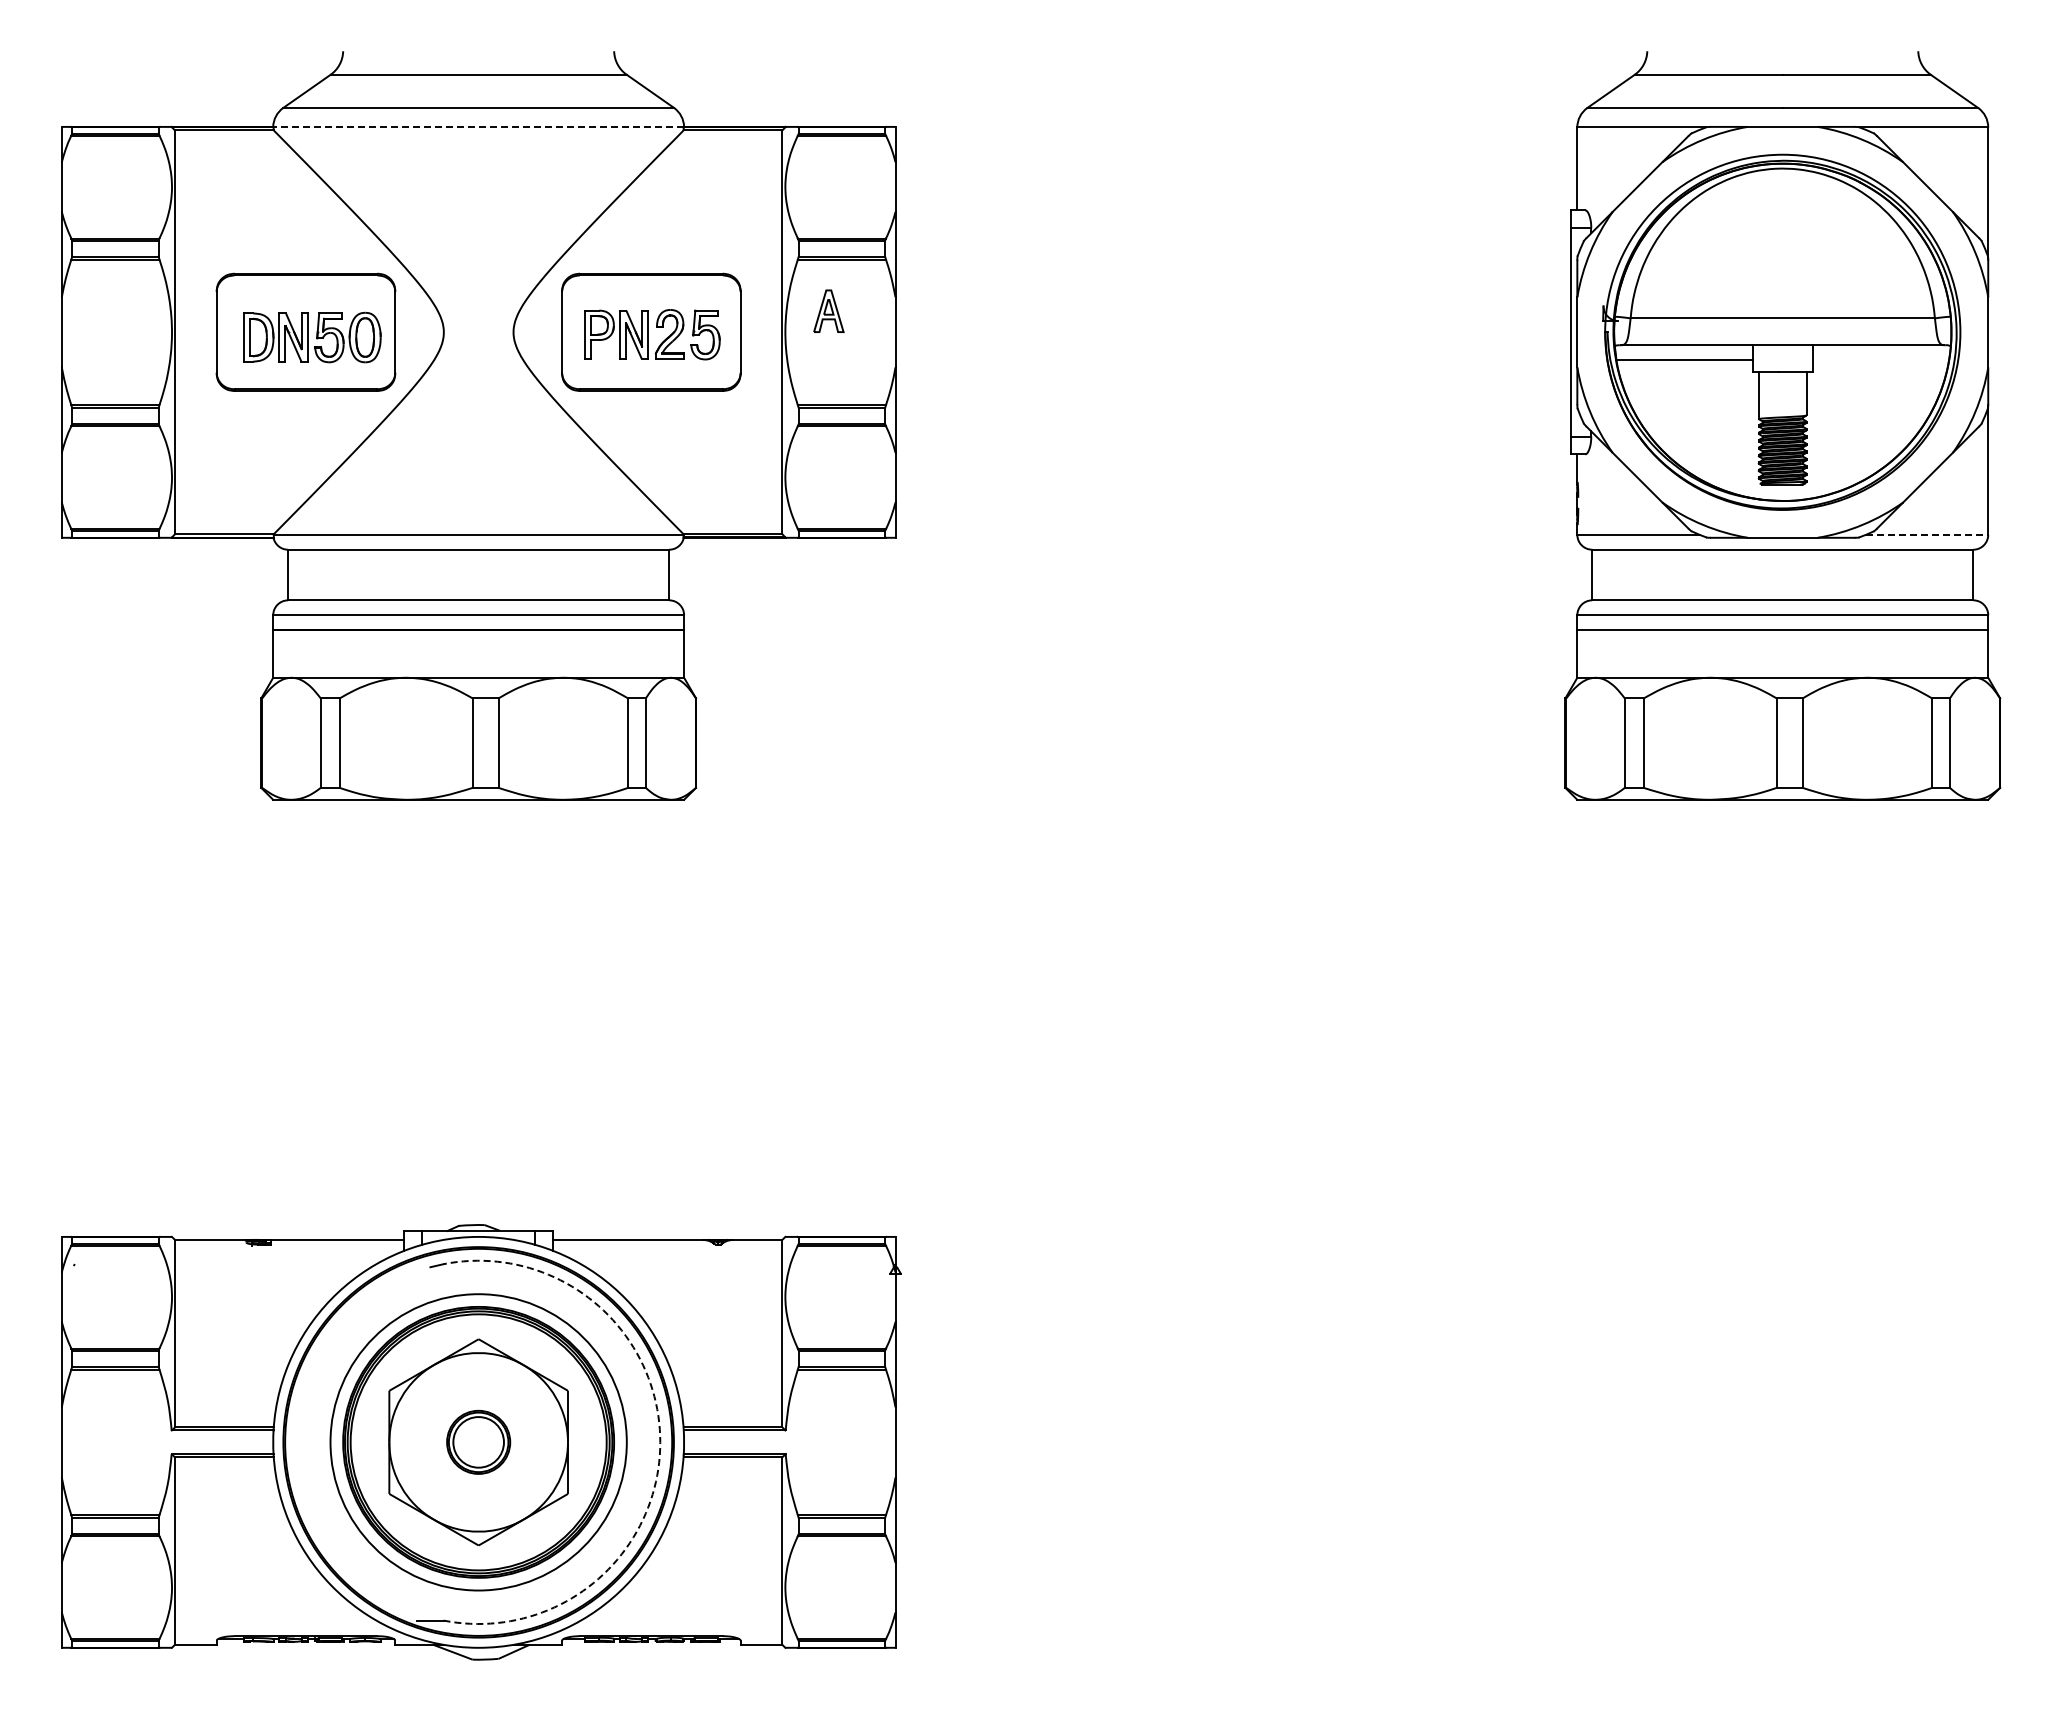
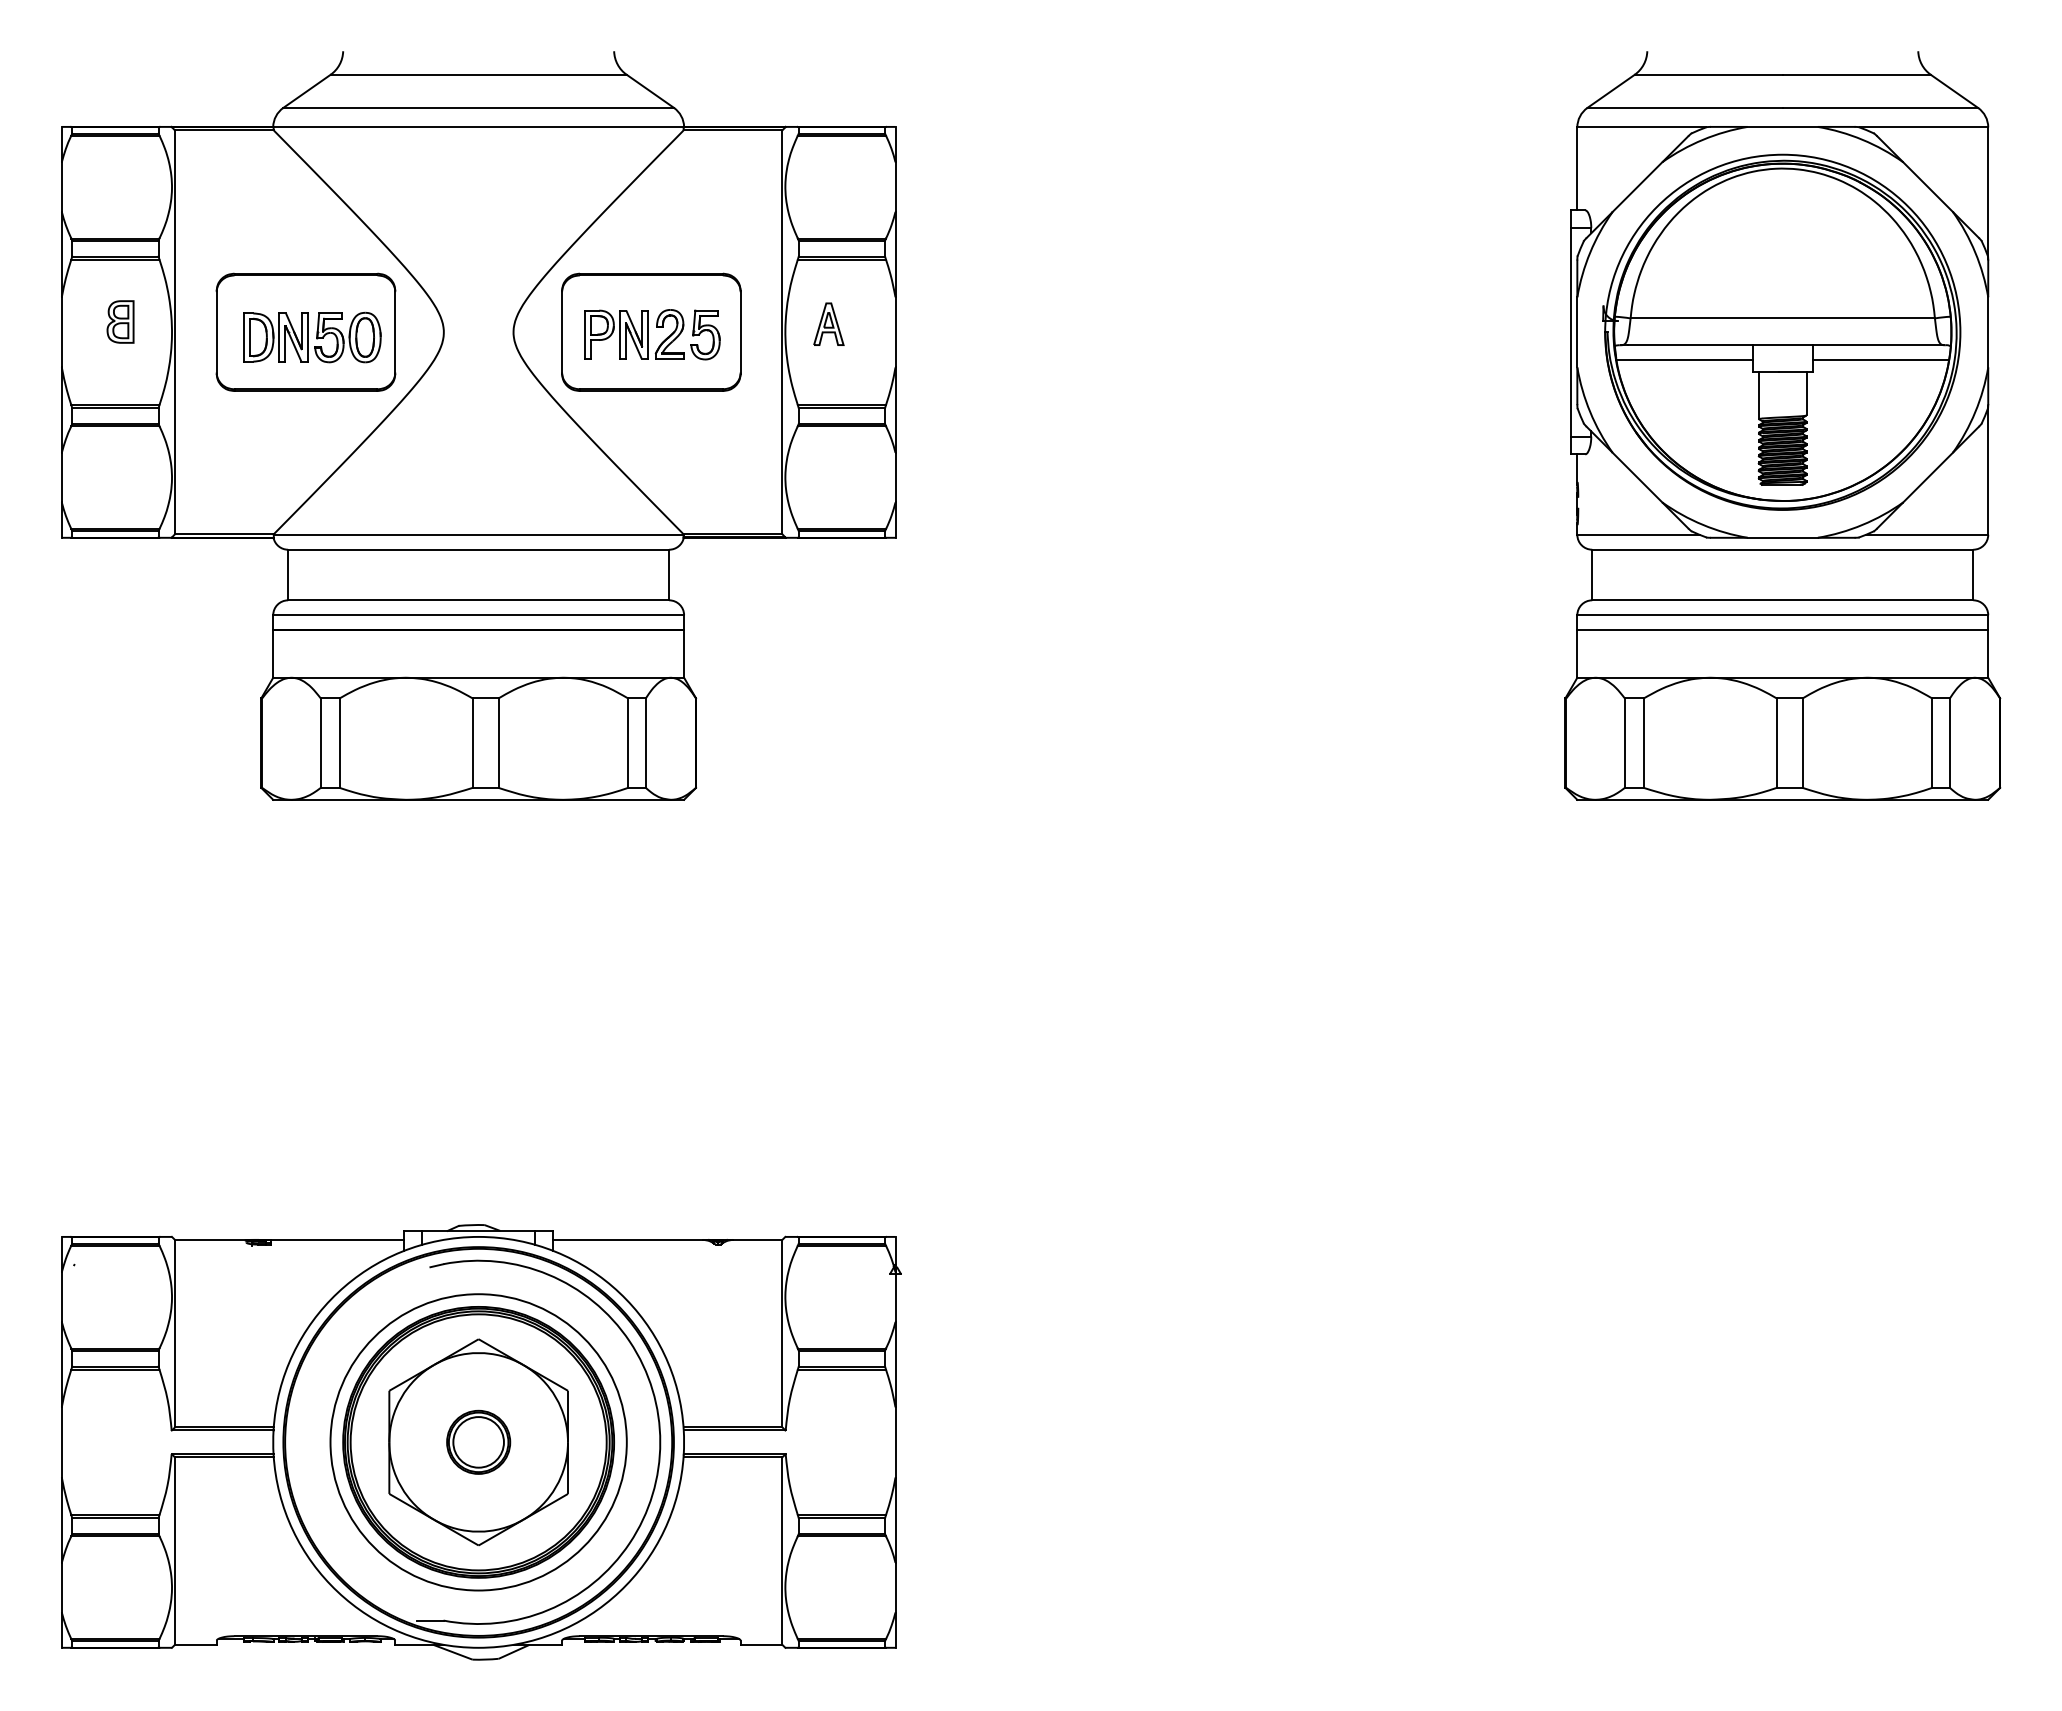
line at (478, 127): dashed -> solid
part at (828, 310) position: (828, 310) -> (828, 323)
part at (120, 321): none -> present
line at (1880, 360): none -> present
line at (1927, 534): dashed -> solid
arc at (660, 1442): dashed -> solid
